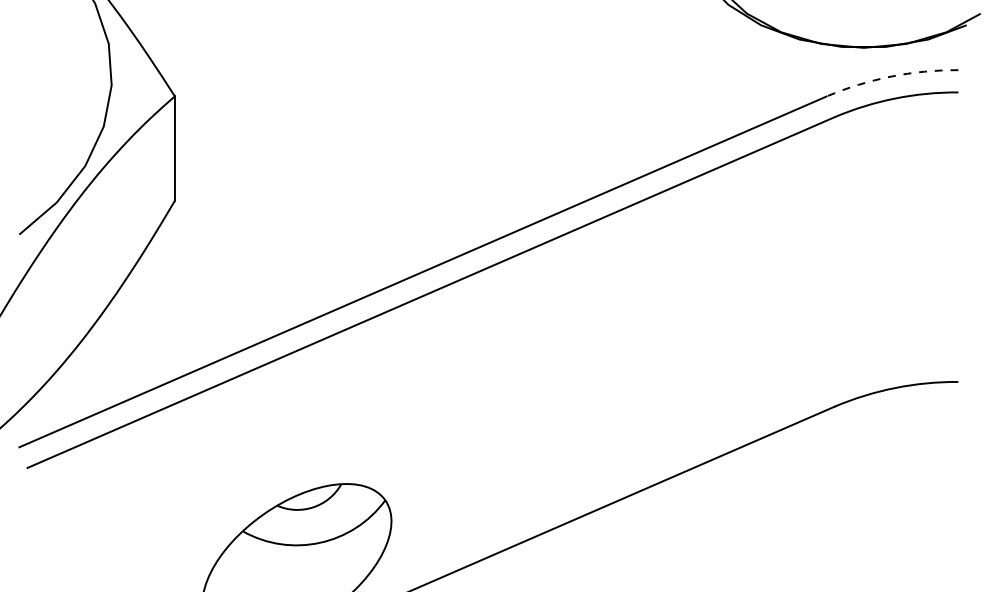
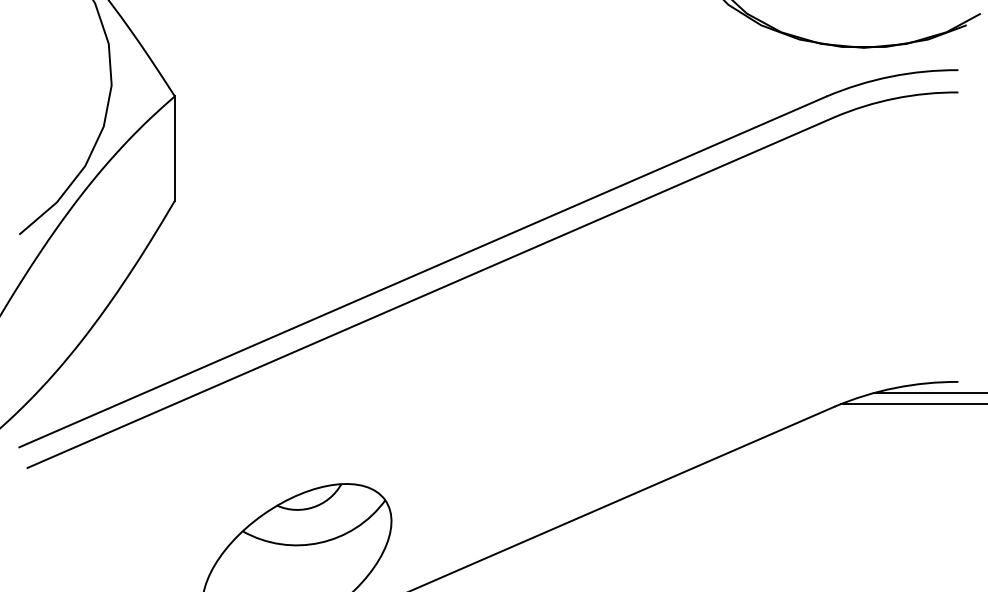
arc at (891, 76): dashed -> solid
line at (928, 393): none -> present
line at (912, 404): none -> present
